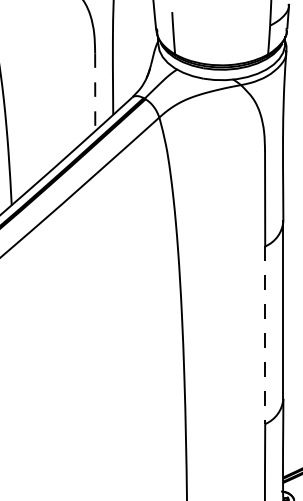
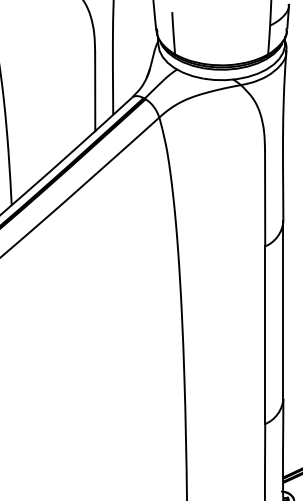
line at (95, 92): dashed -> solid
line at (265, 335): dashed -> solid
